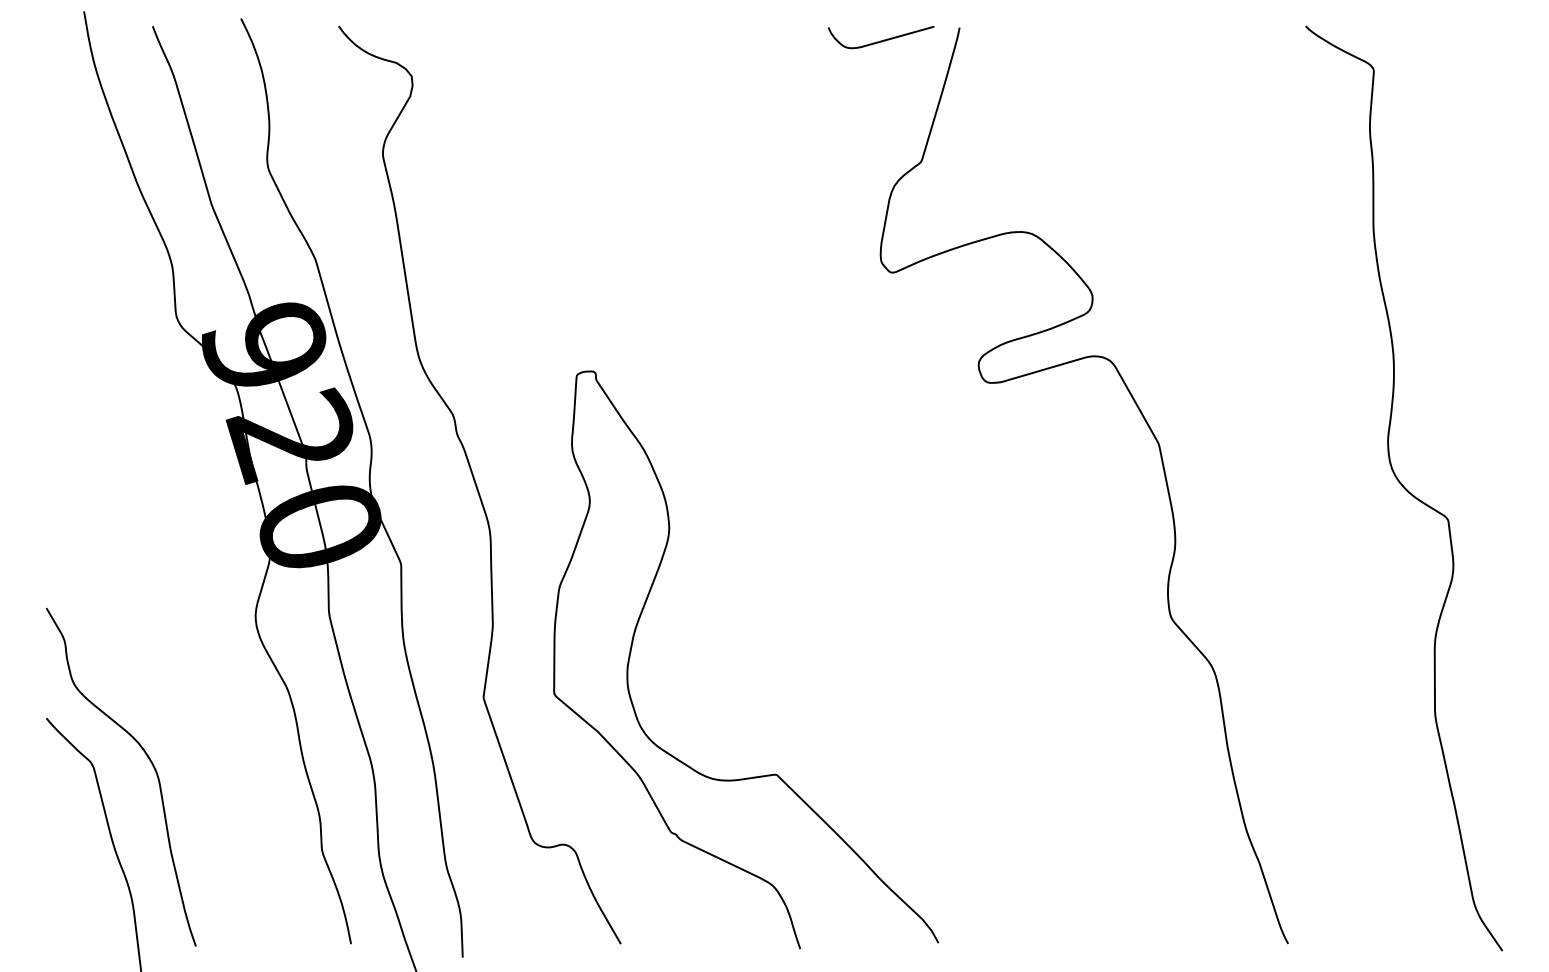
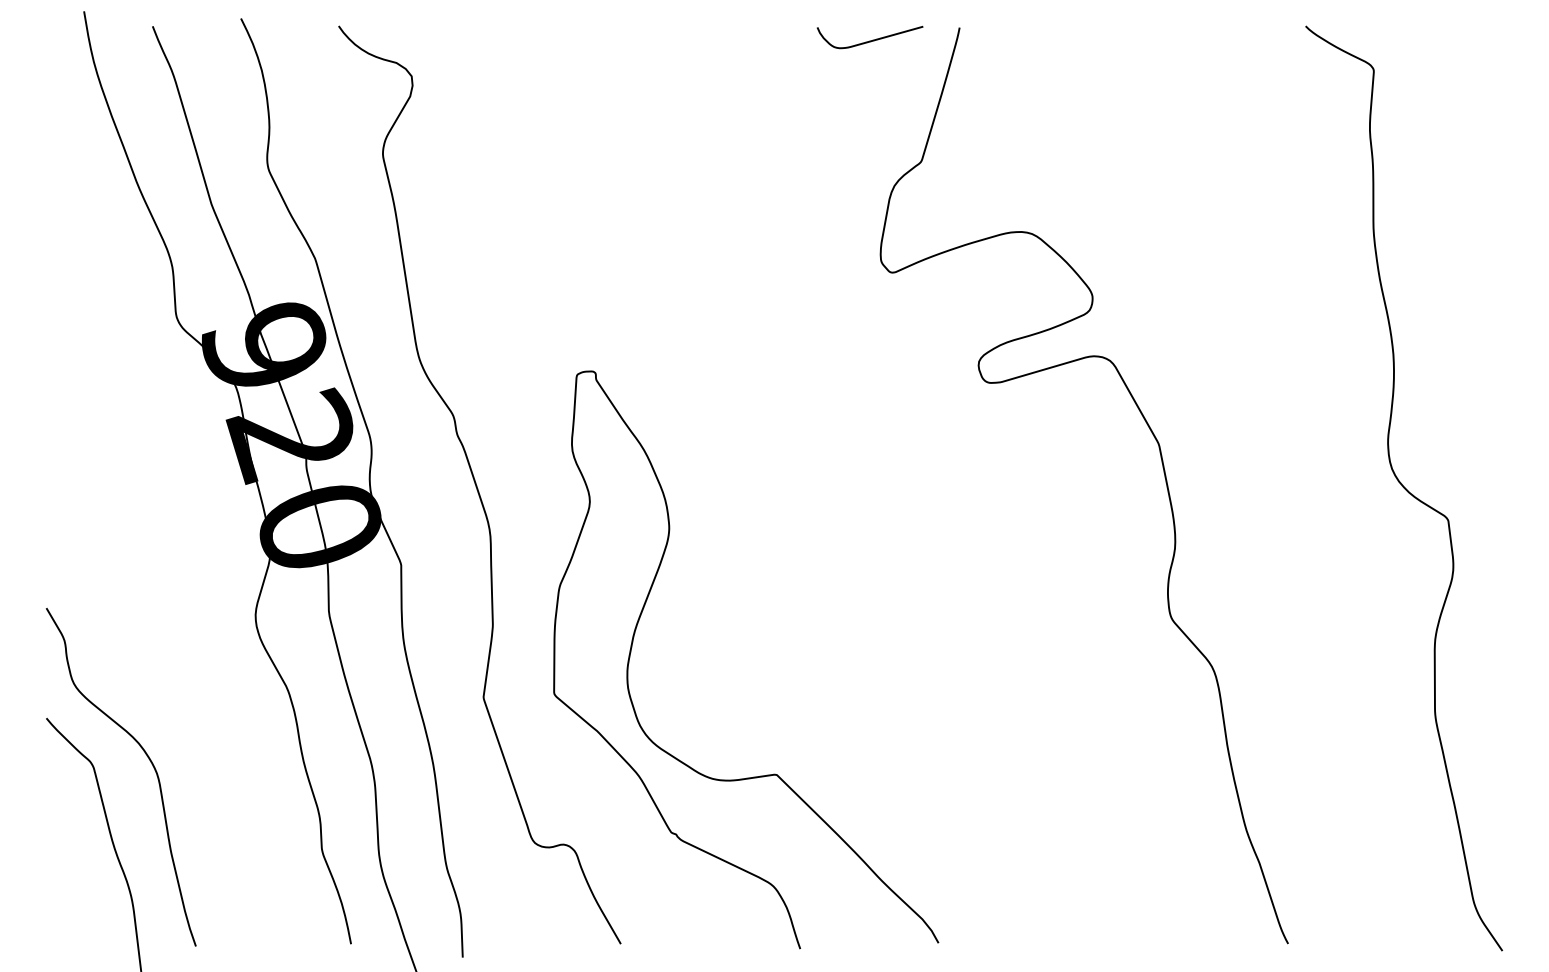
curve at (880, 40) position: (880, 40) -> (869, 40)
